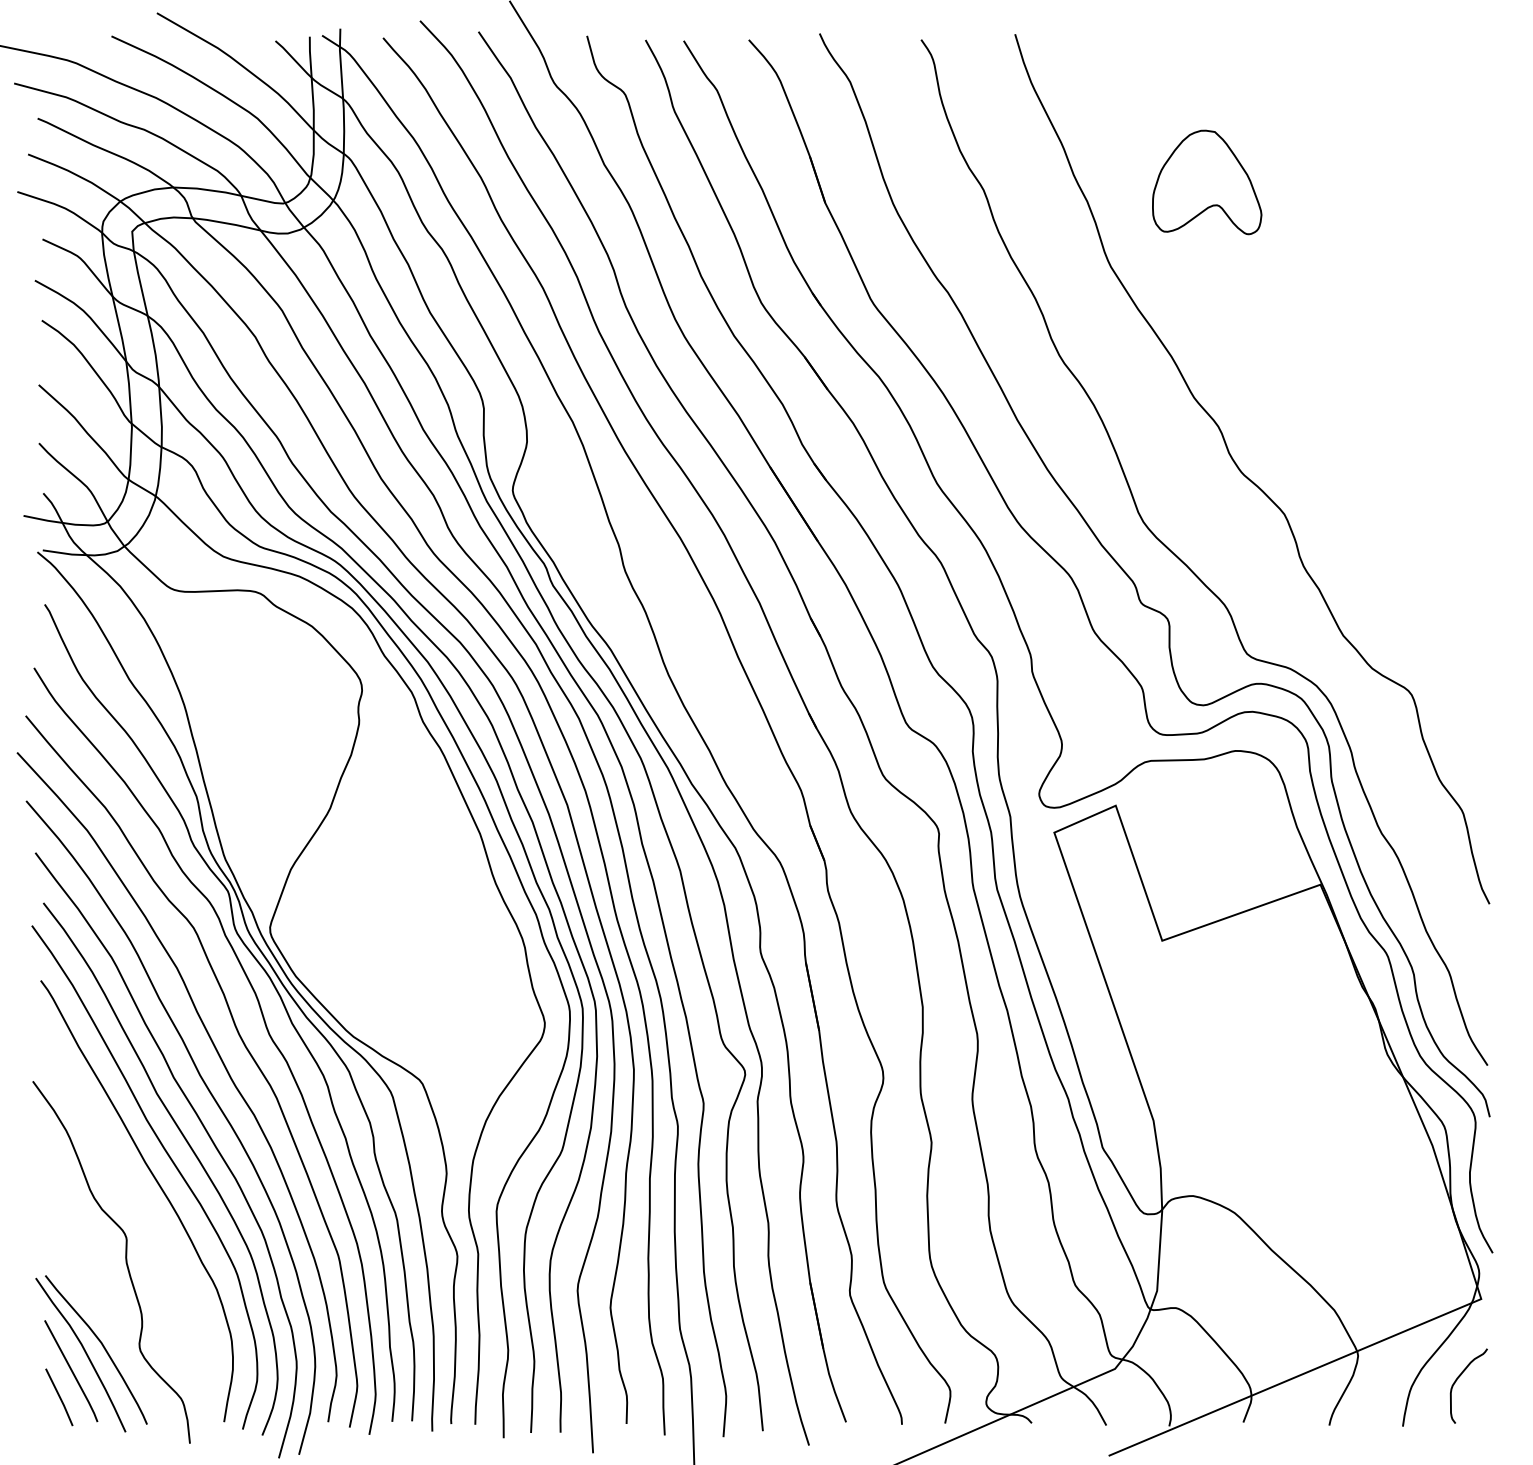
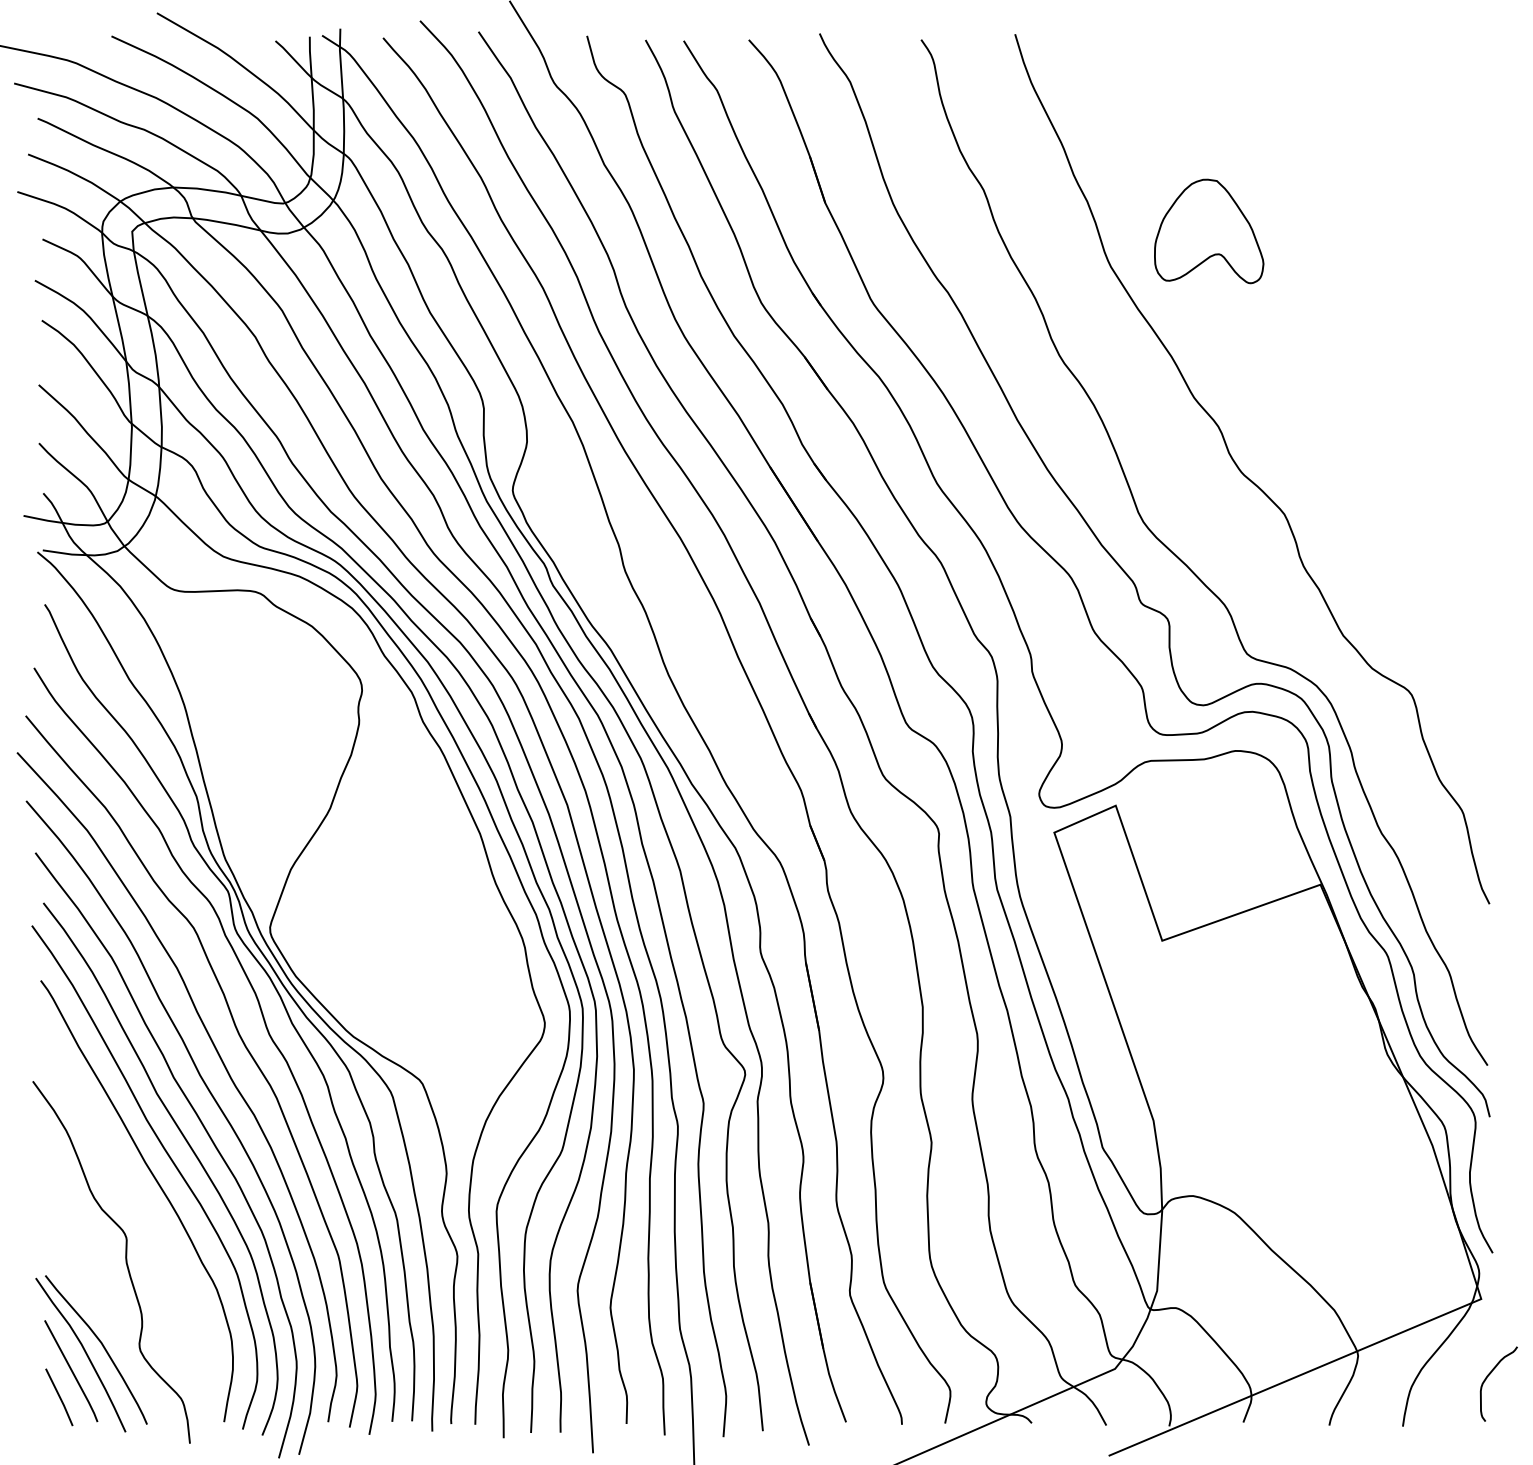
part at (1207, 182) position: (1207, 182) -> (1209, 231)
curve at (1460, 1376) position: (1460, 1376) -> (1490, 1374)
